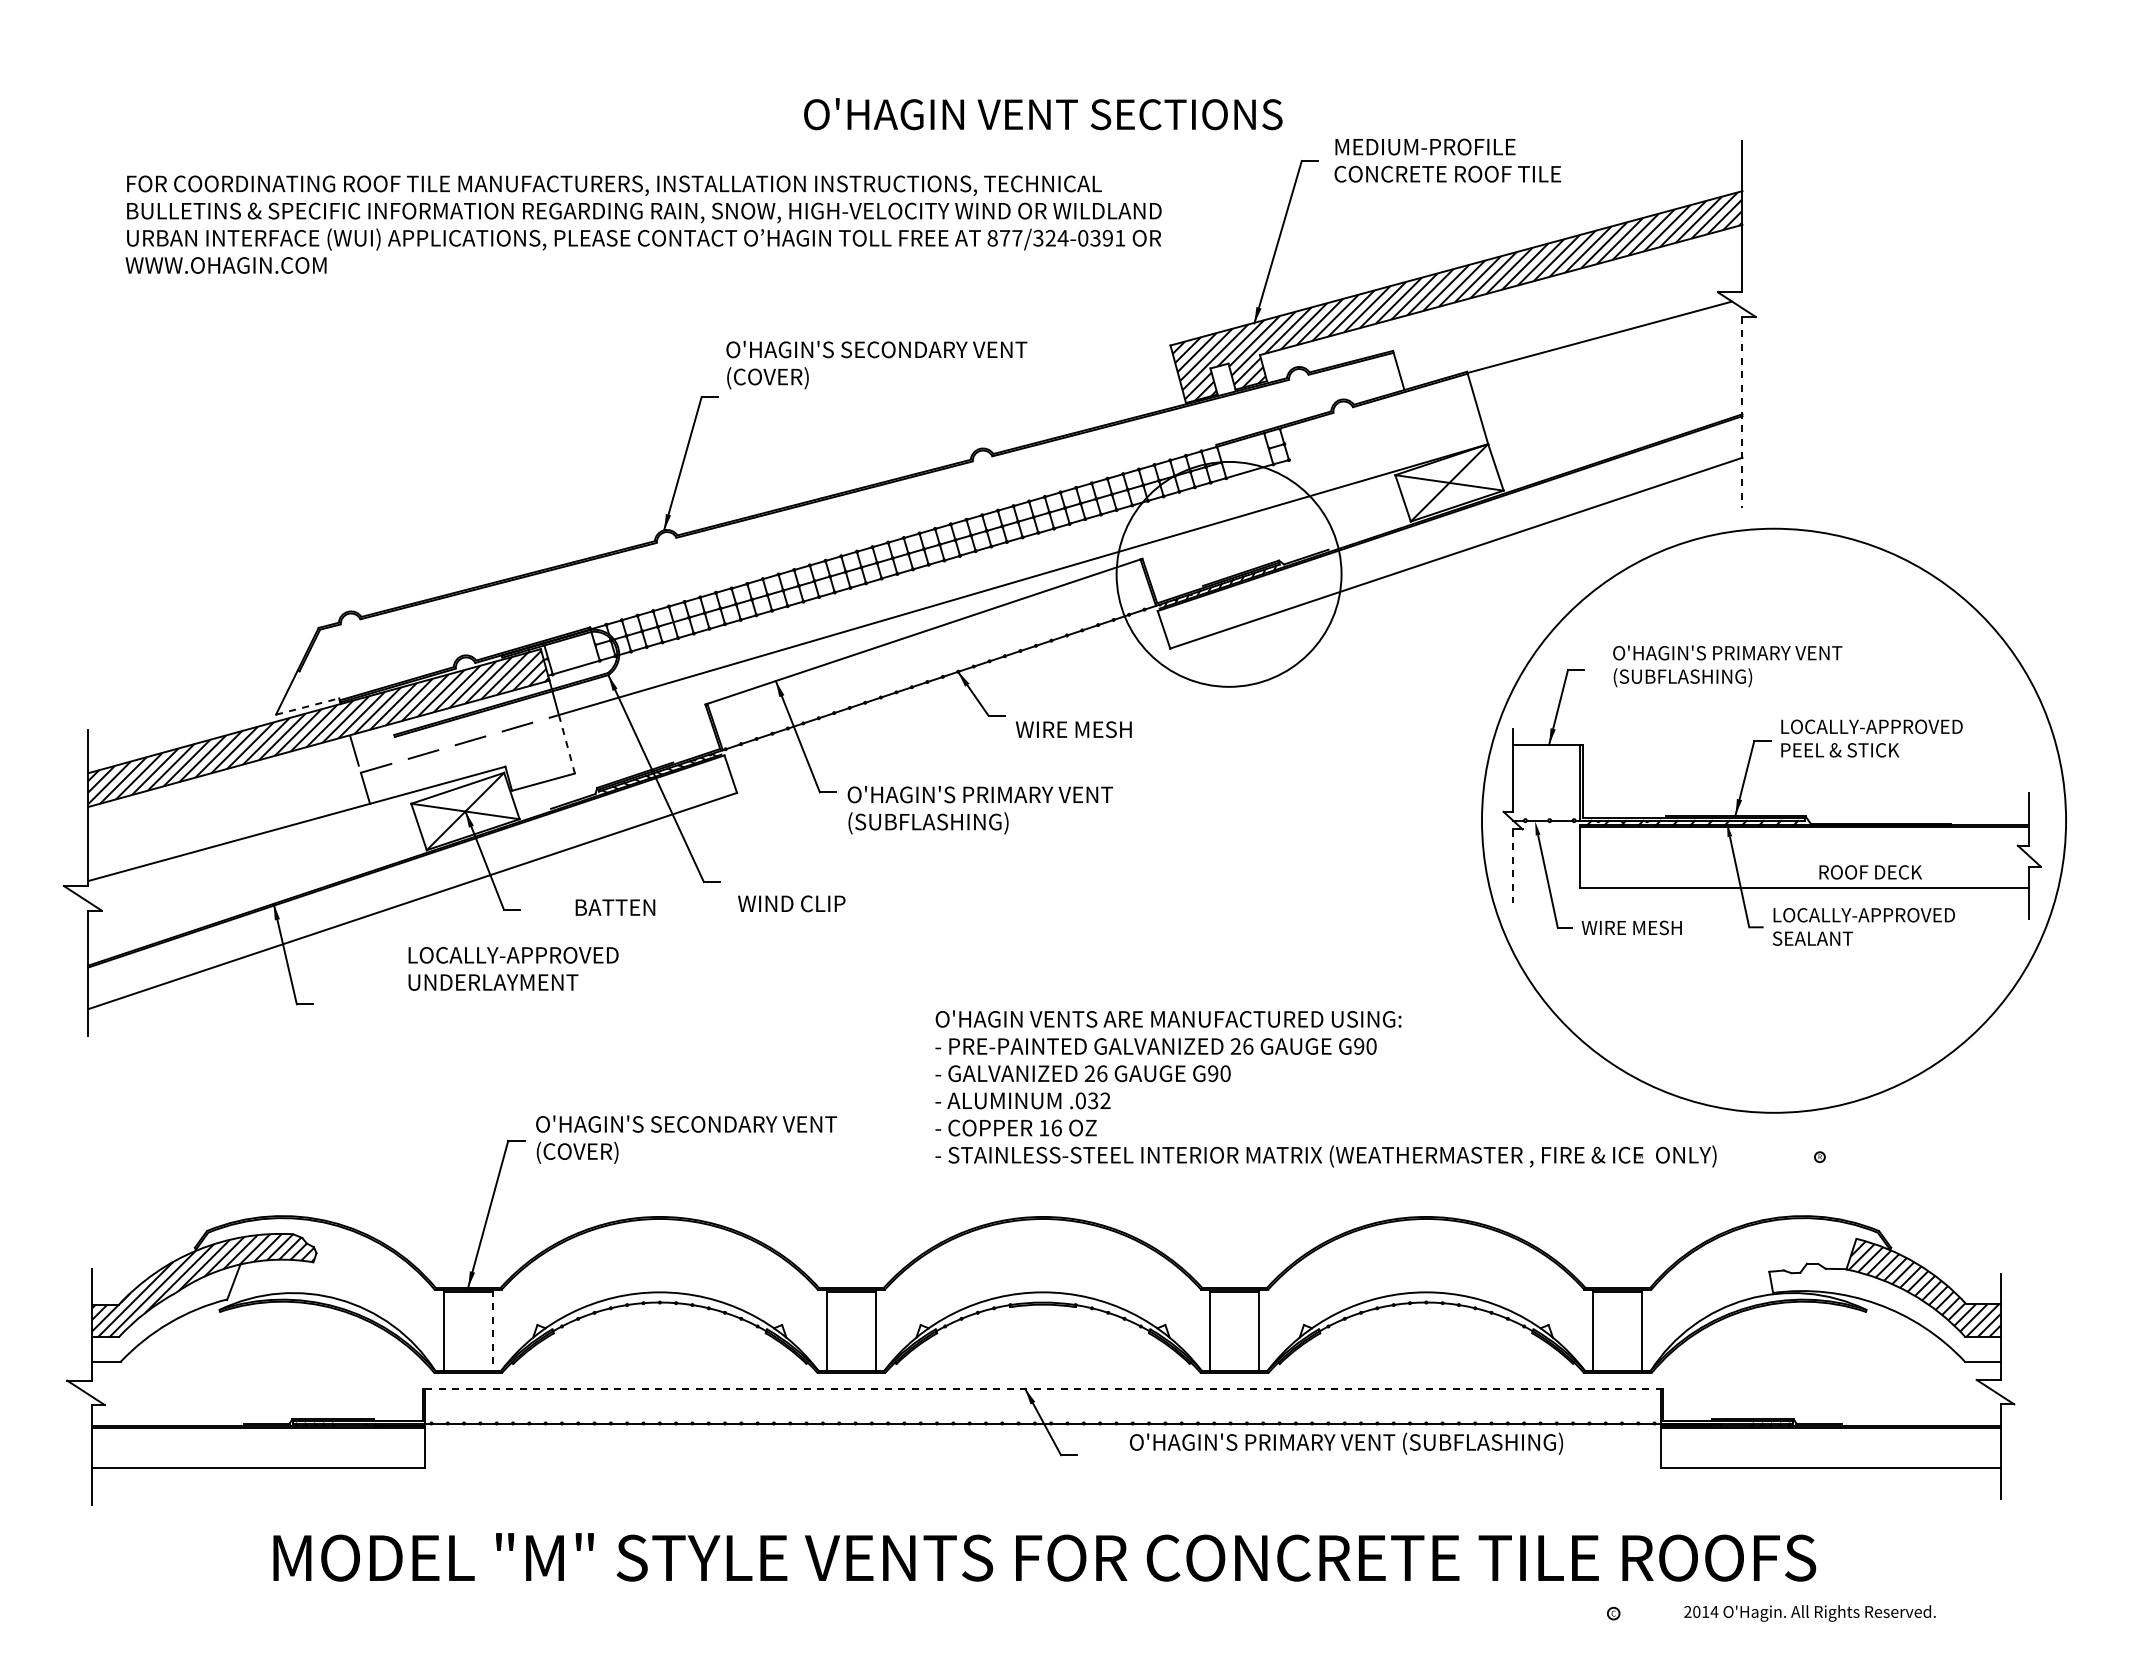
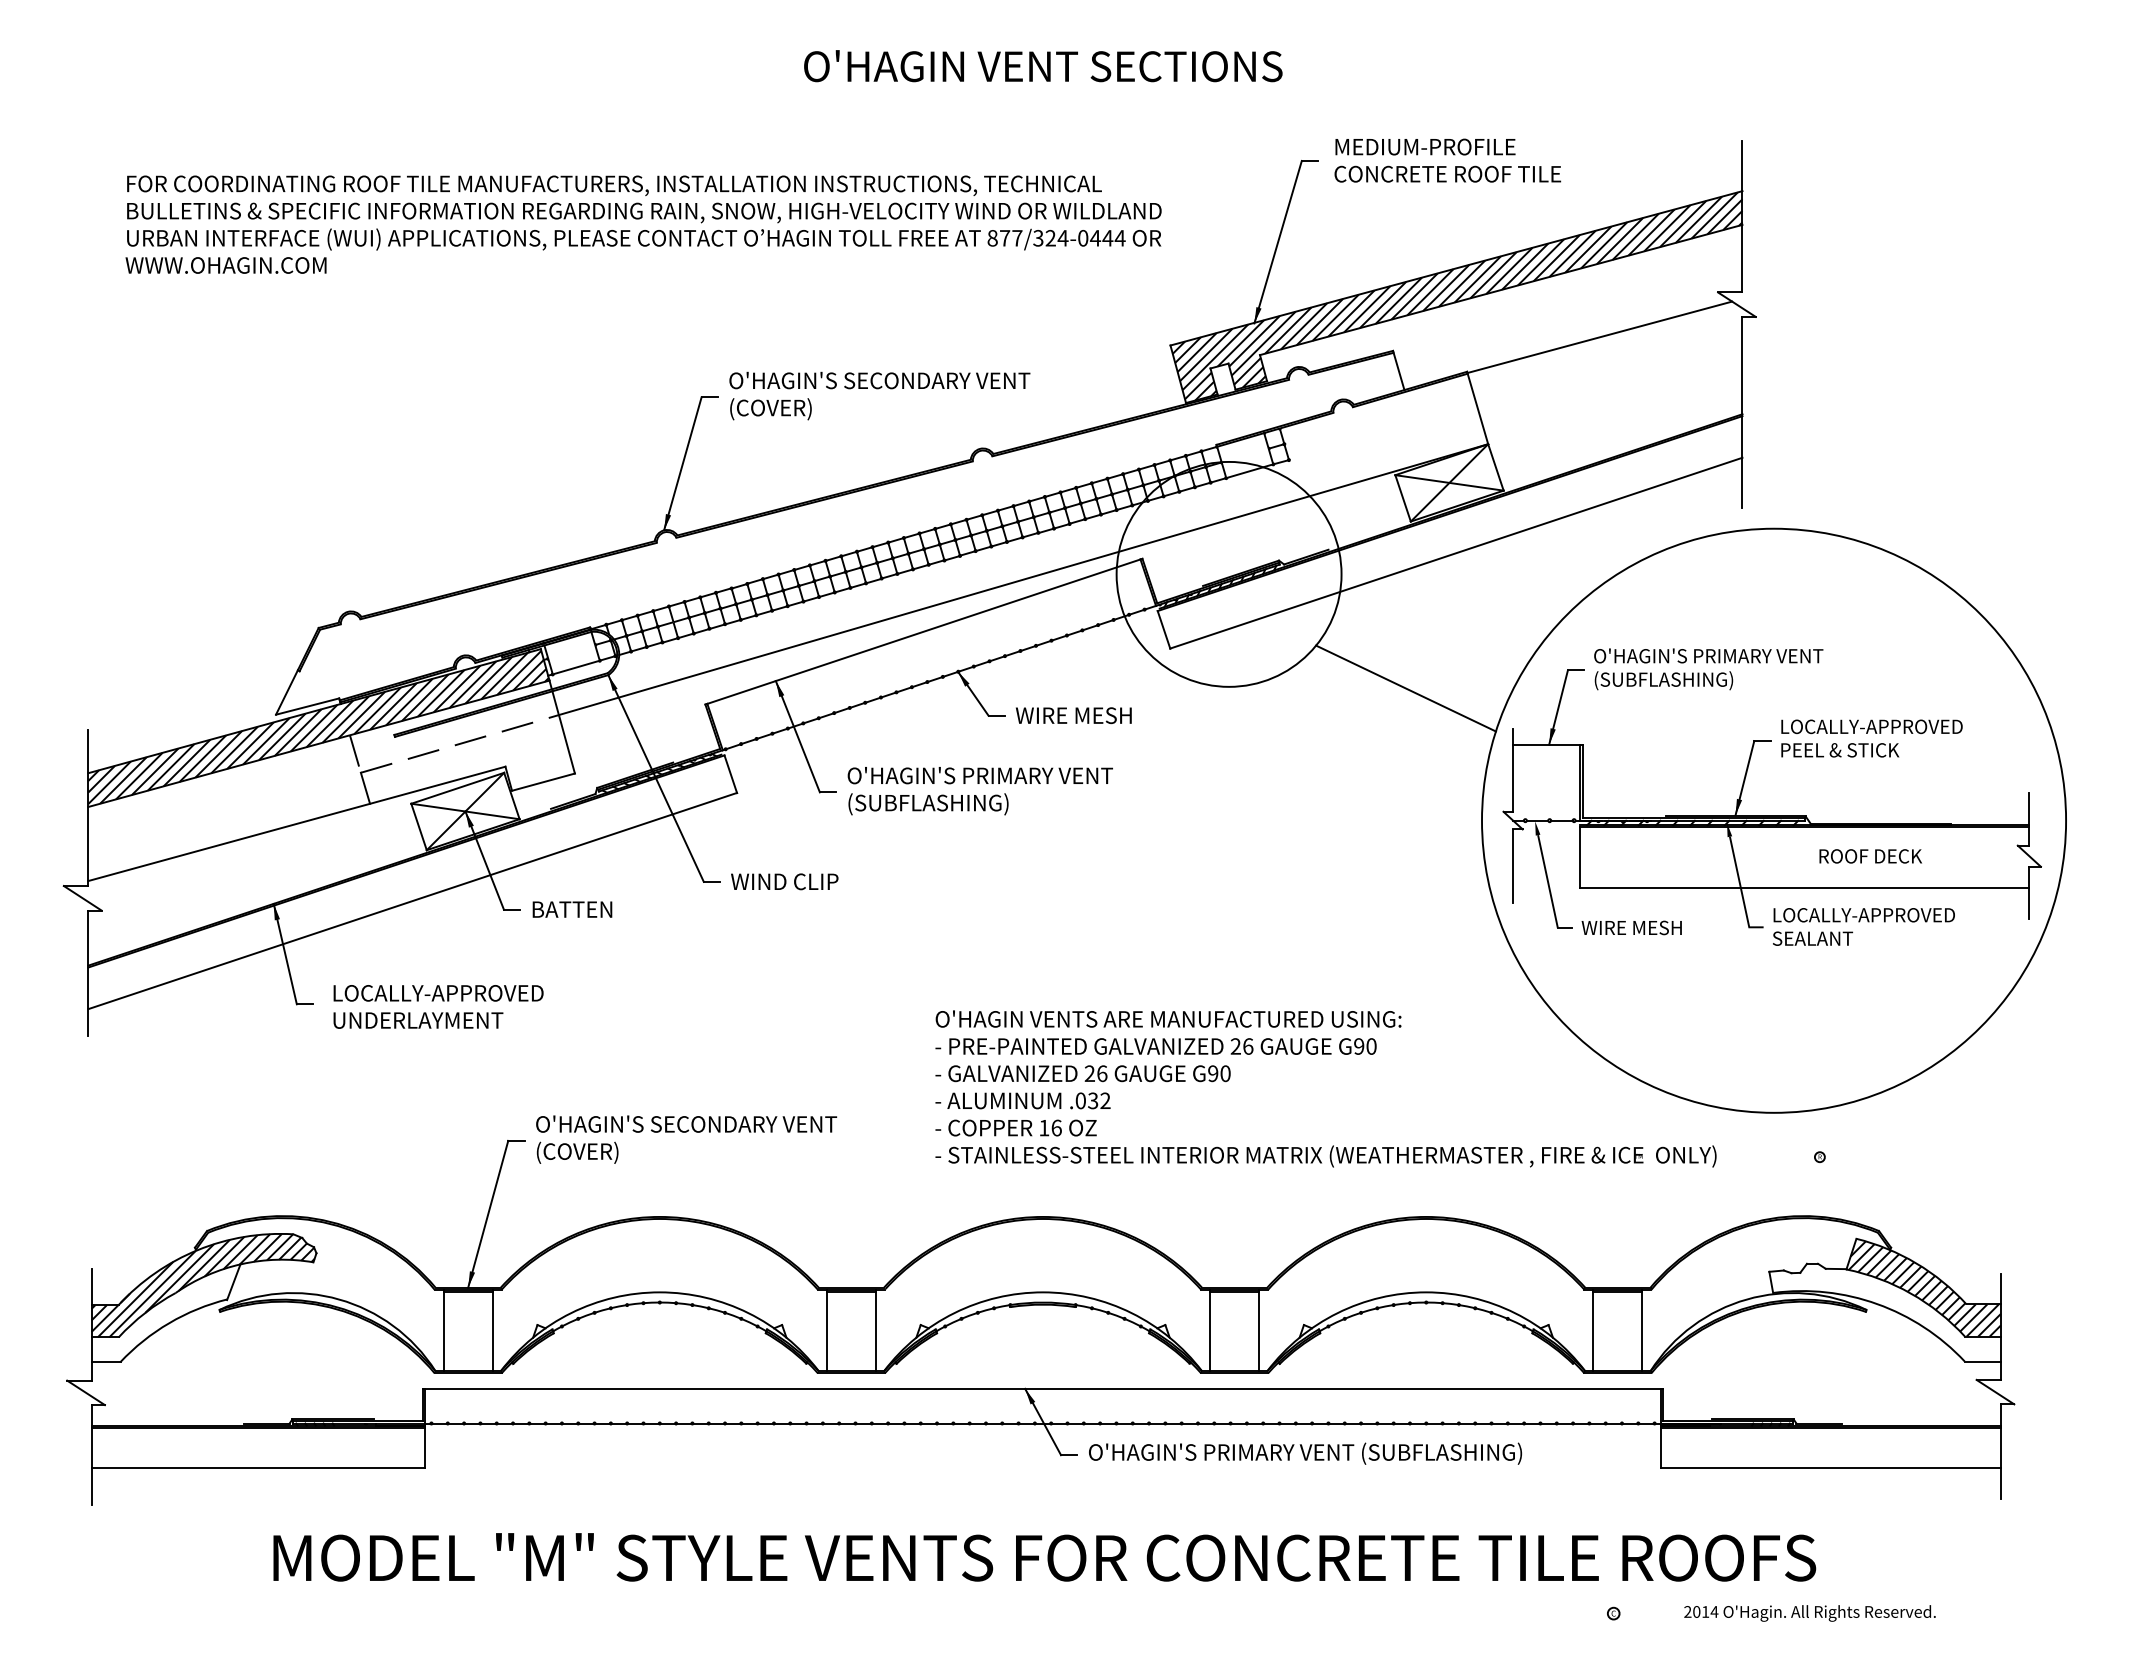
text at (1043, 114) position: (1043, 114) -> (1043, 66)
text at (1107, 237): 877/324-0391 -> 877/324-0444
text at (876, 364) position: (876, 364) -> (879, 395)
line at (1742, 412): dashed -> solid
text at (1727, 666) position: (1727, 666) -> (1708, 669)
line at (1405, 688): none -> present
line at (307, 706): dashed -> solid
text at (1073, 729) position: (1073, 729) -> (1073, 715)
line at (567, 744): dashed -> solid
text at (979, 810) position: (979, 810) -> (979, 791)
line at (1513, 866): dashed -> solid
text at (1870, 872) position: (1870, 872) -> (1870, 856)
text at (791, 903) position: (791, 903) -> (784, 881)
text at (615, 907) position: (615, 907) -> (572, 909)
text at (513, 968) position: (513, 968) -> (438, 1006)
line at (492, 1330): dashed -> solid
line at (1043, 1388): dashed -> solid
text at (1346, 1443) position: (1346, 1443) -> (1305, 1453)
